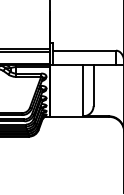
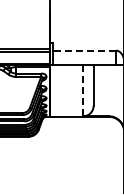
line at (84, 50): solid -> dashed
line at (83, 91): solid -> dashed
